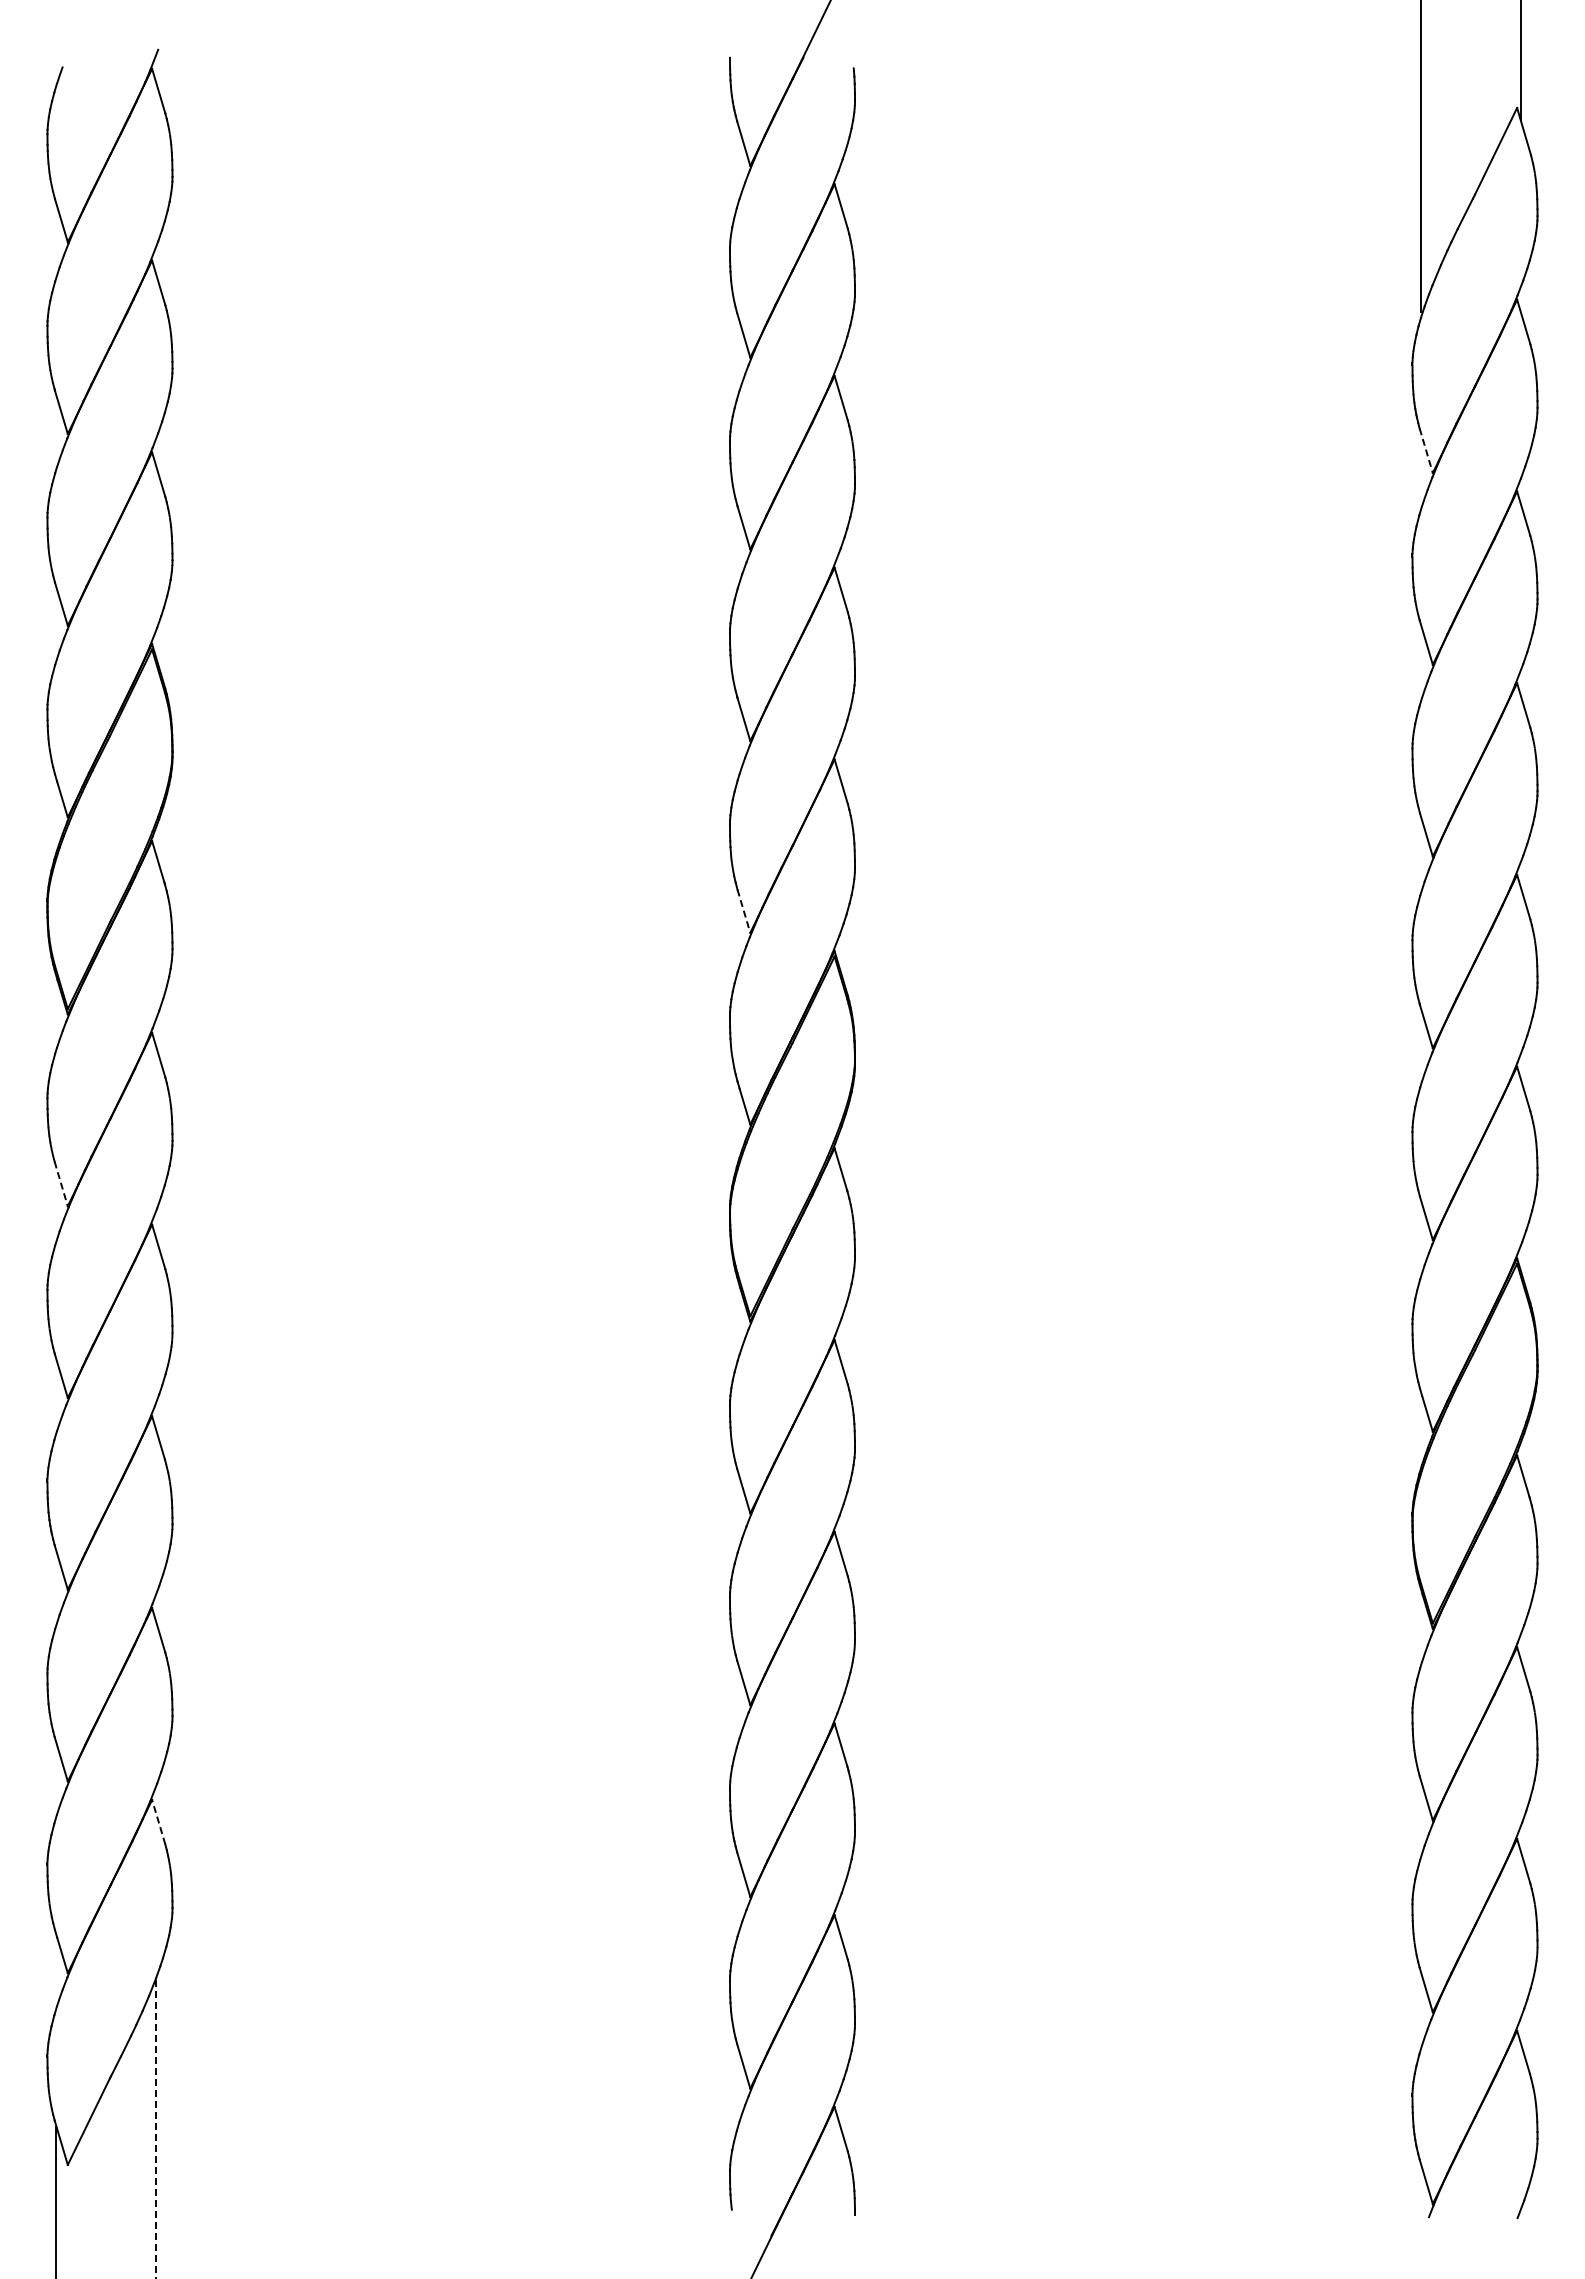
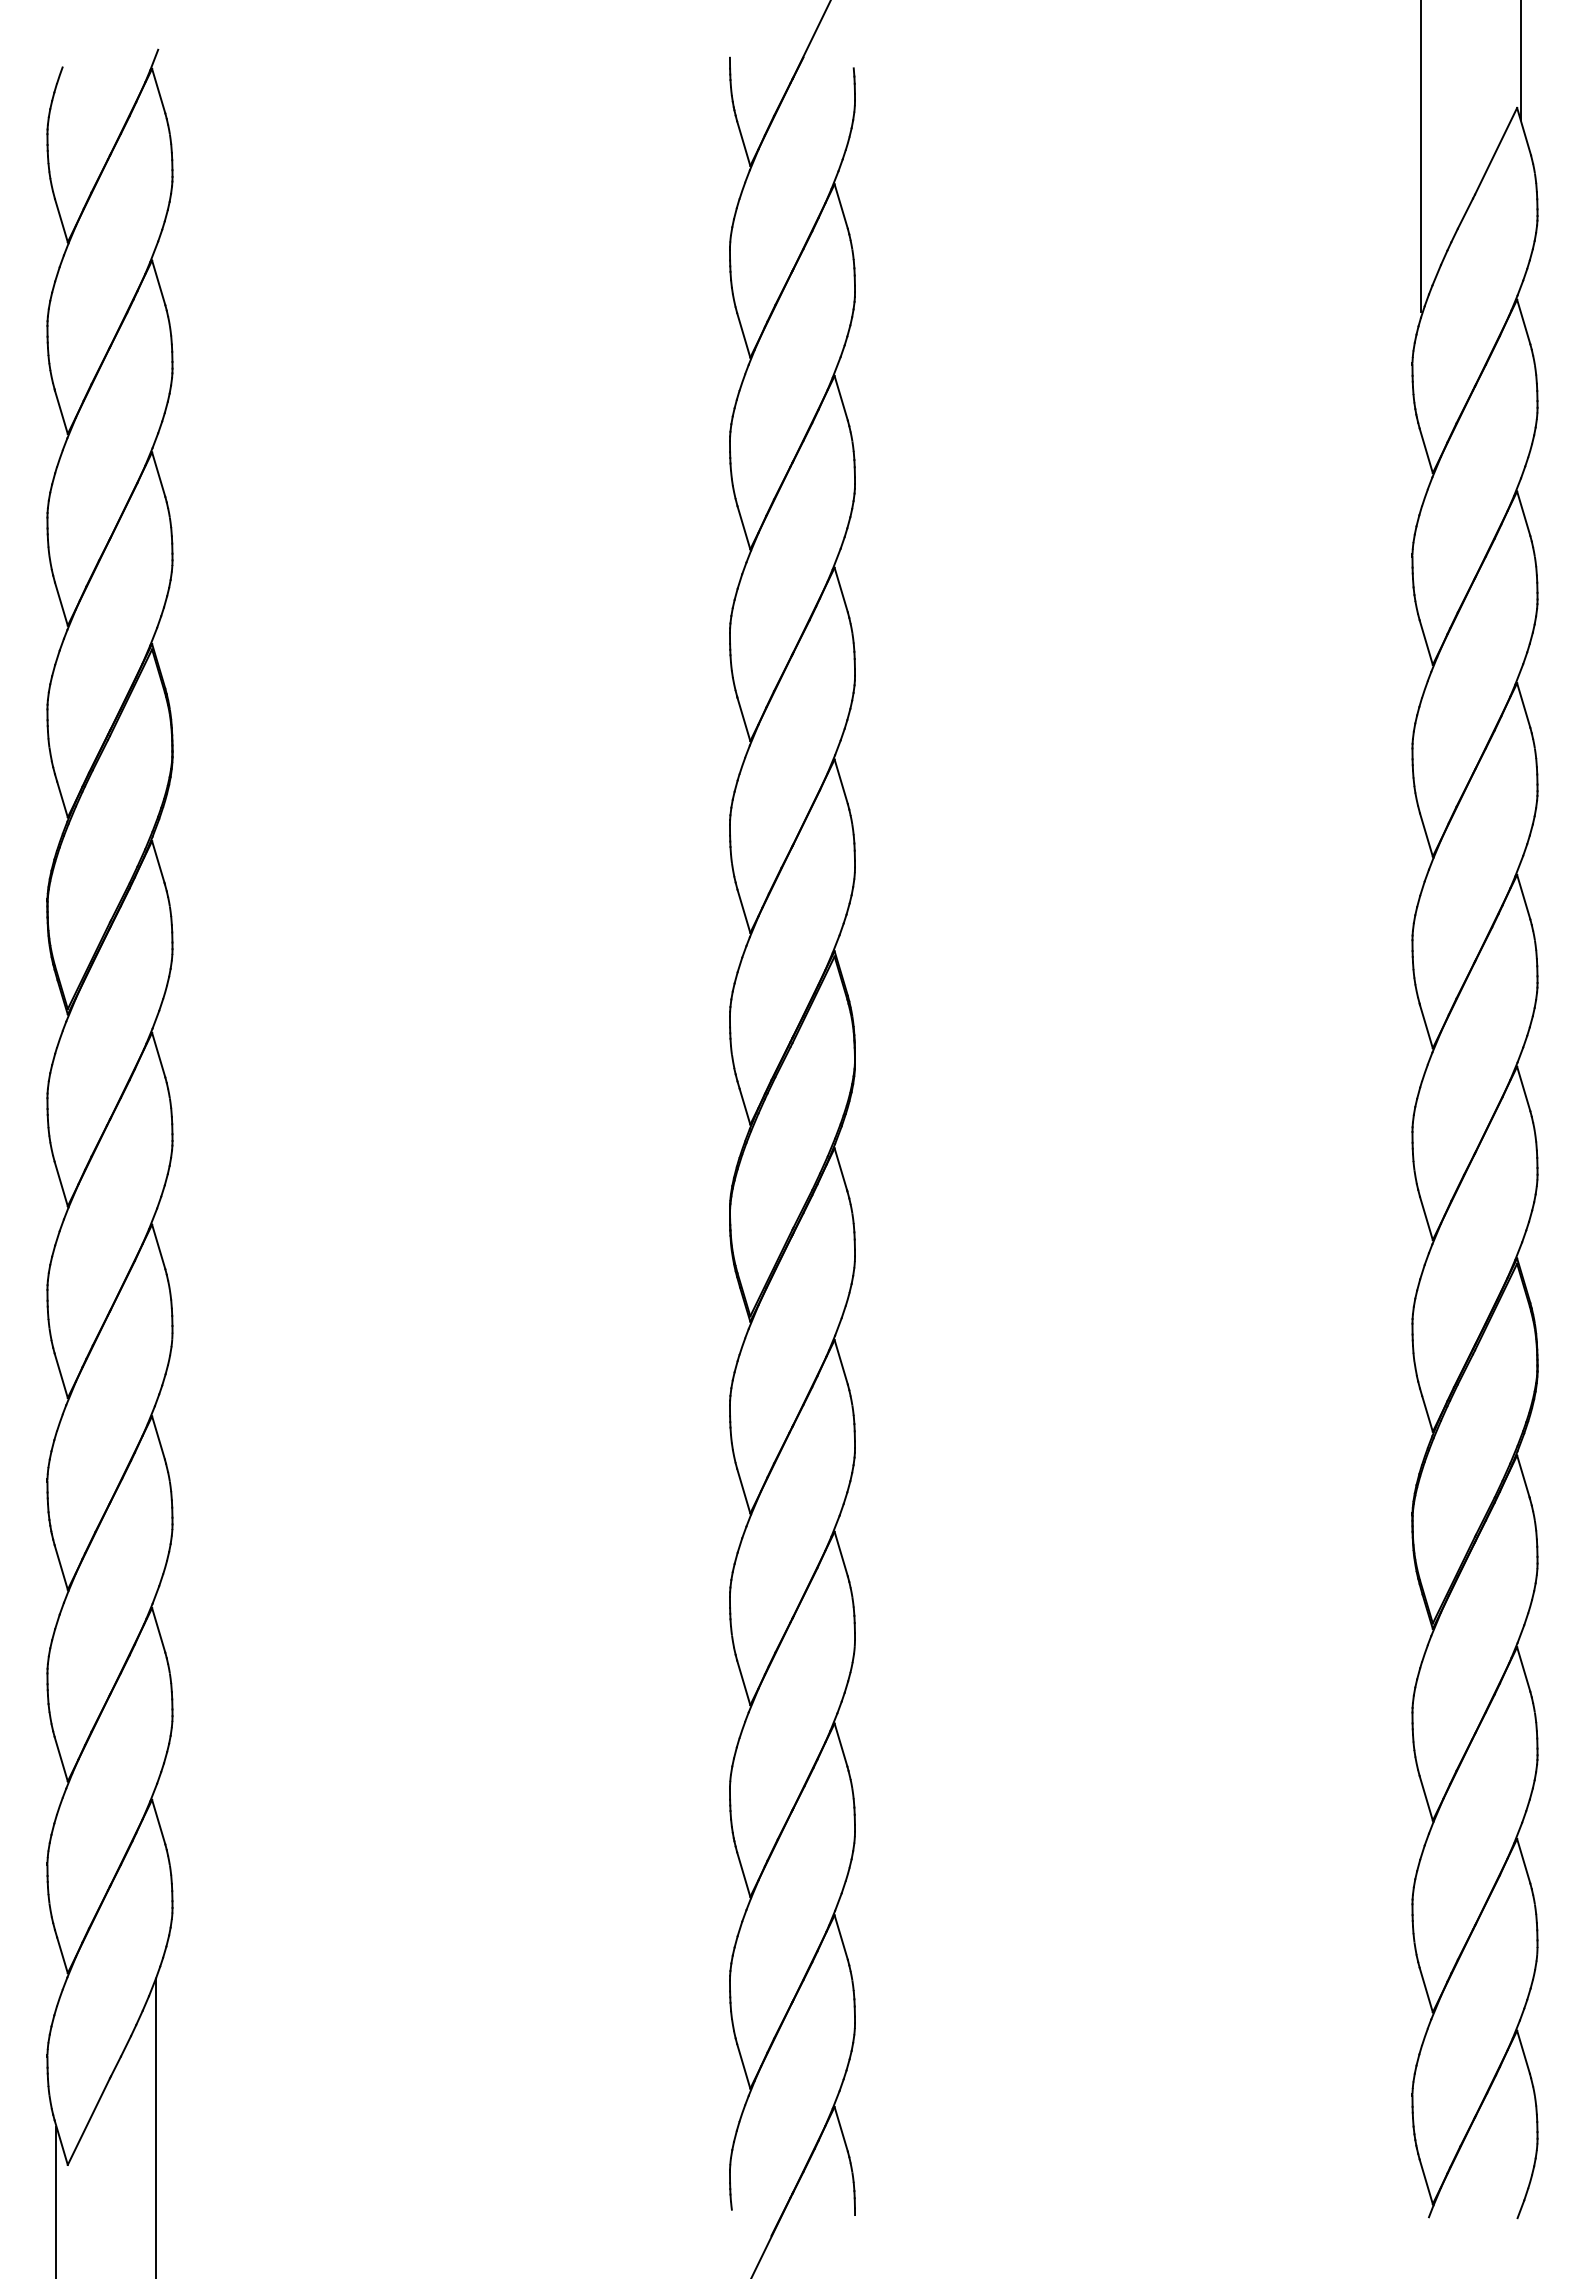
line at (1426, 451): dashed -> solid
line at (743, 911): dashed -> solid
line at (61, 1184): dashed -> solid
line at (158, 1821): dashed -> solid
line at (155, 2128): dashed -> solid
